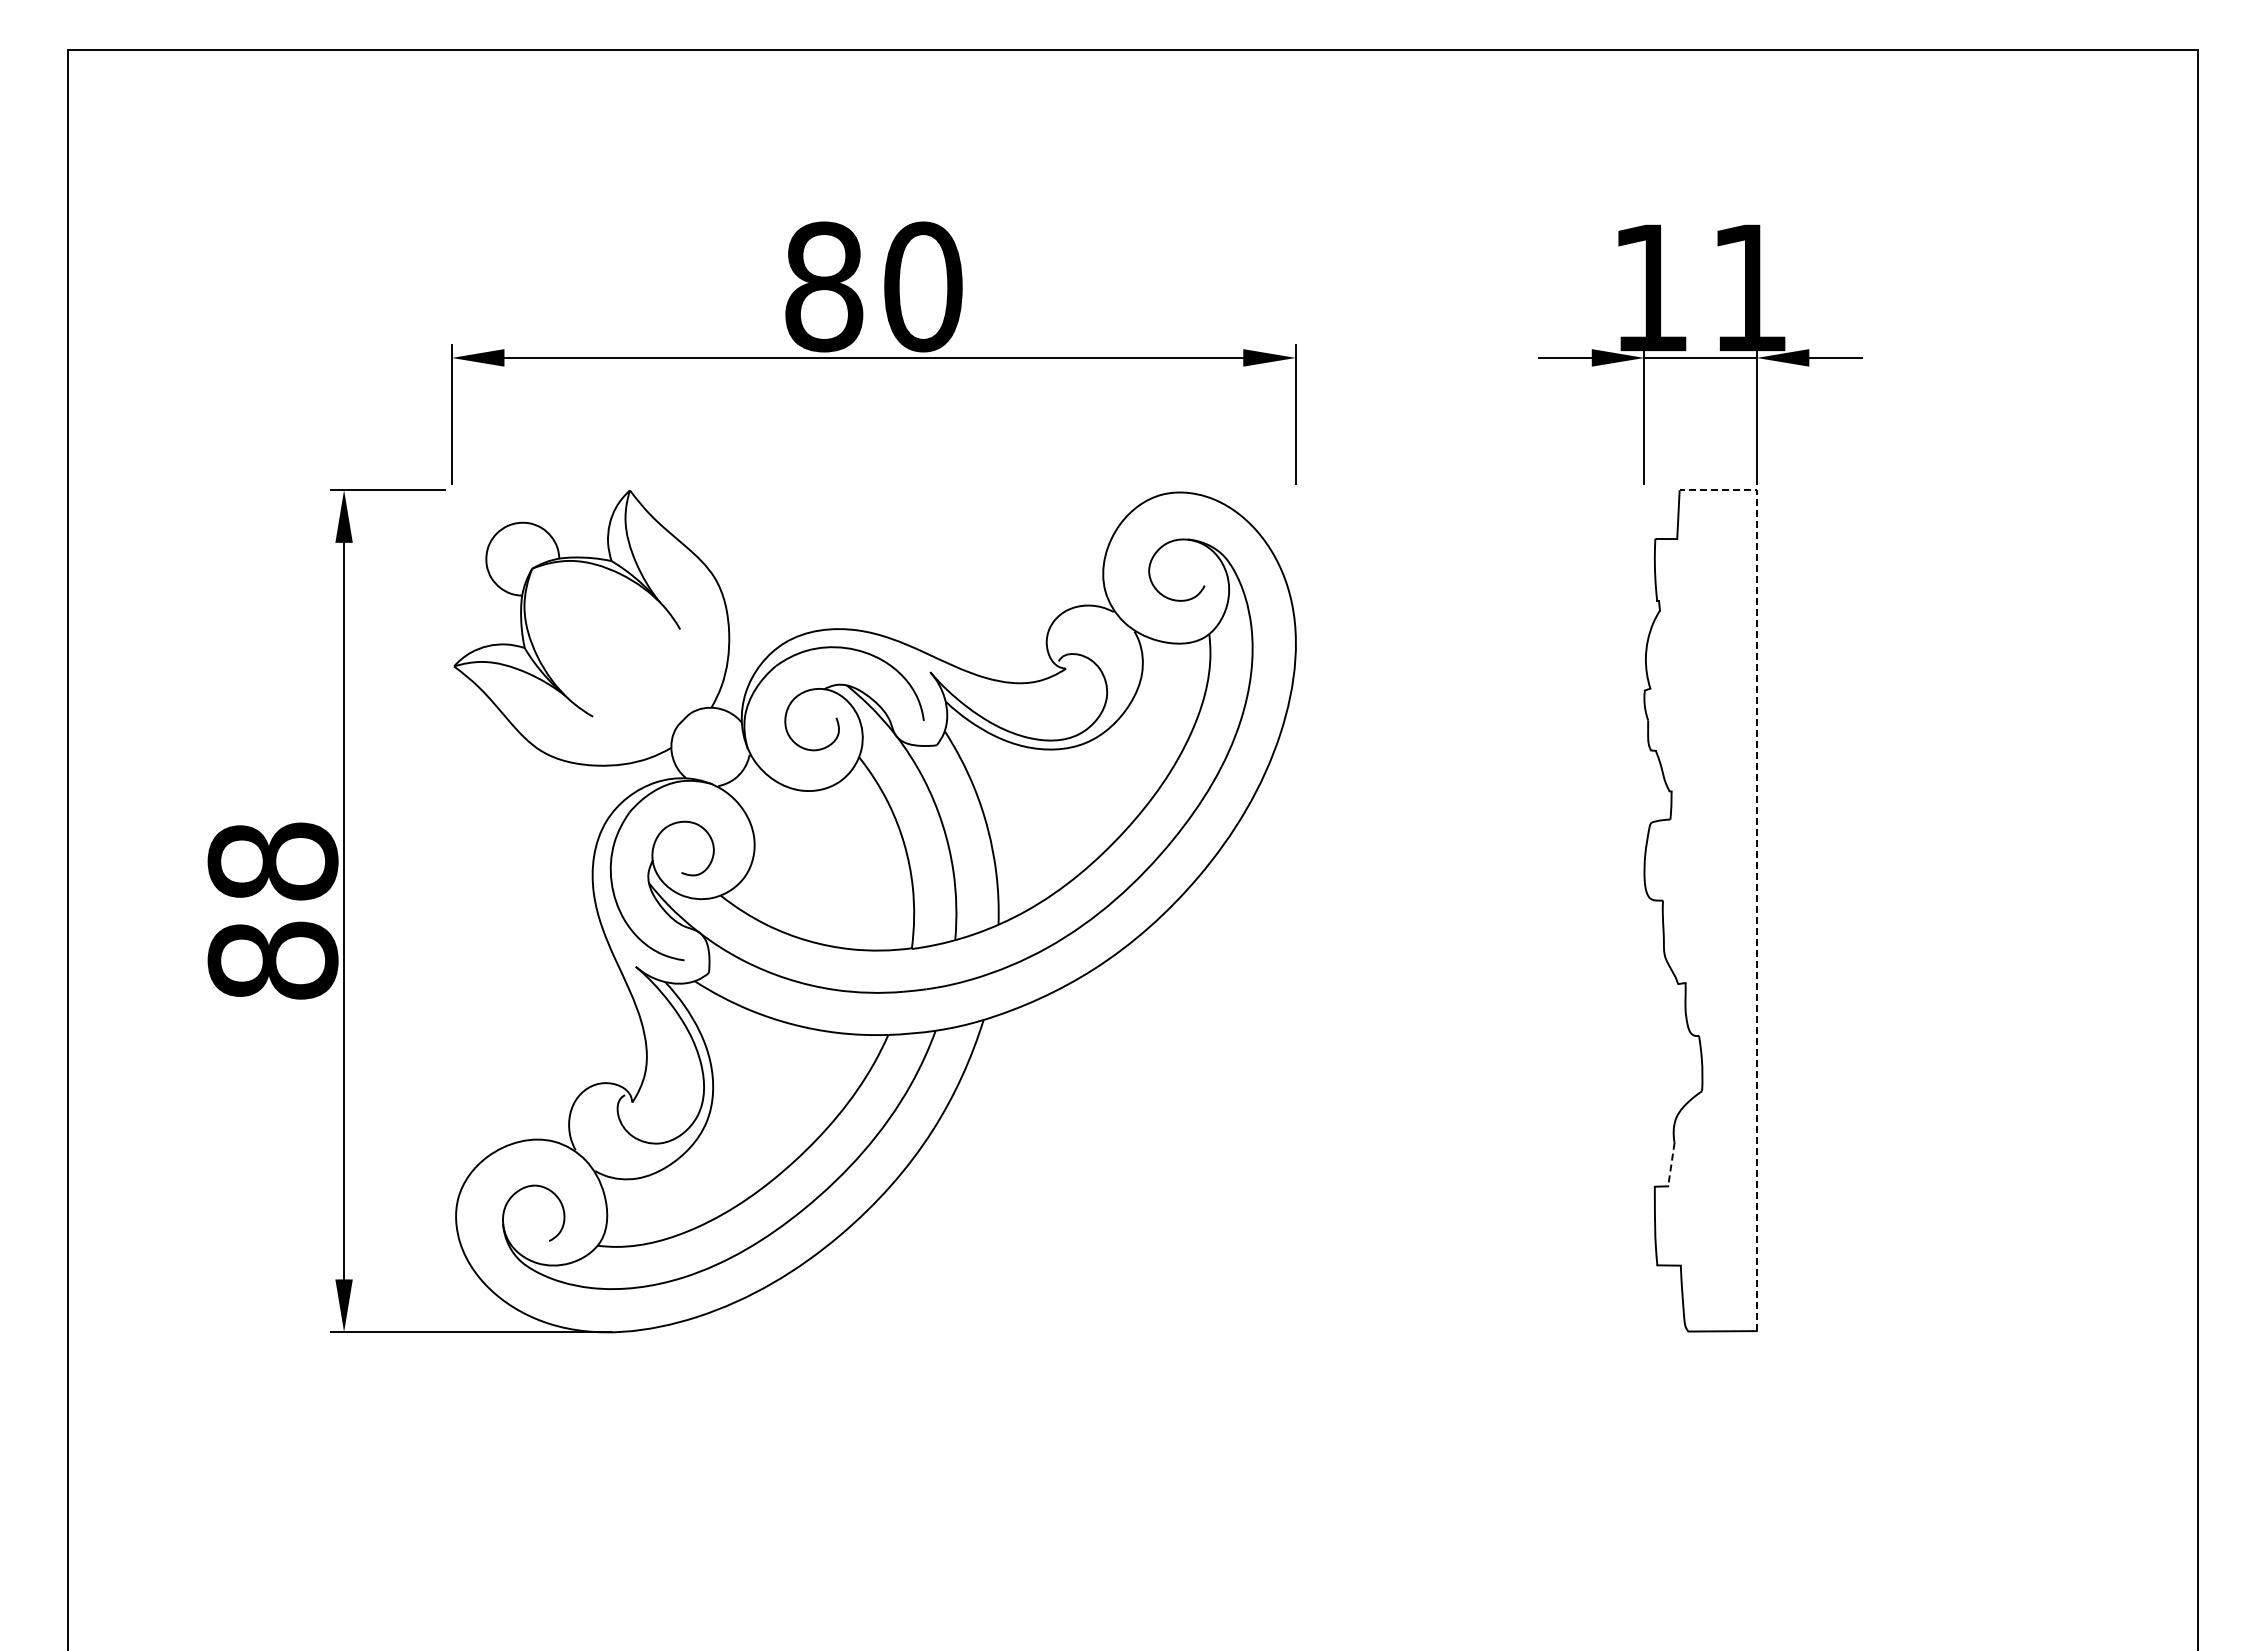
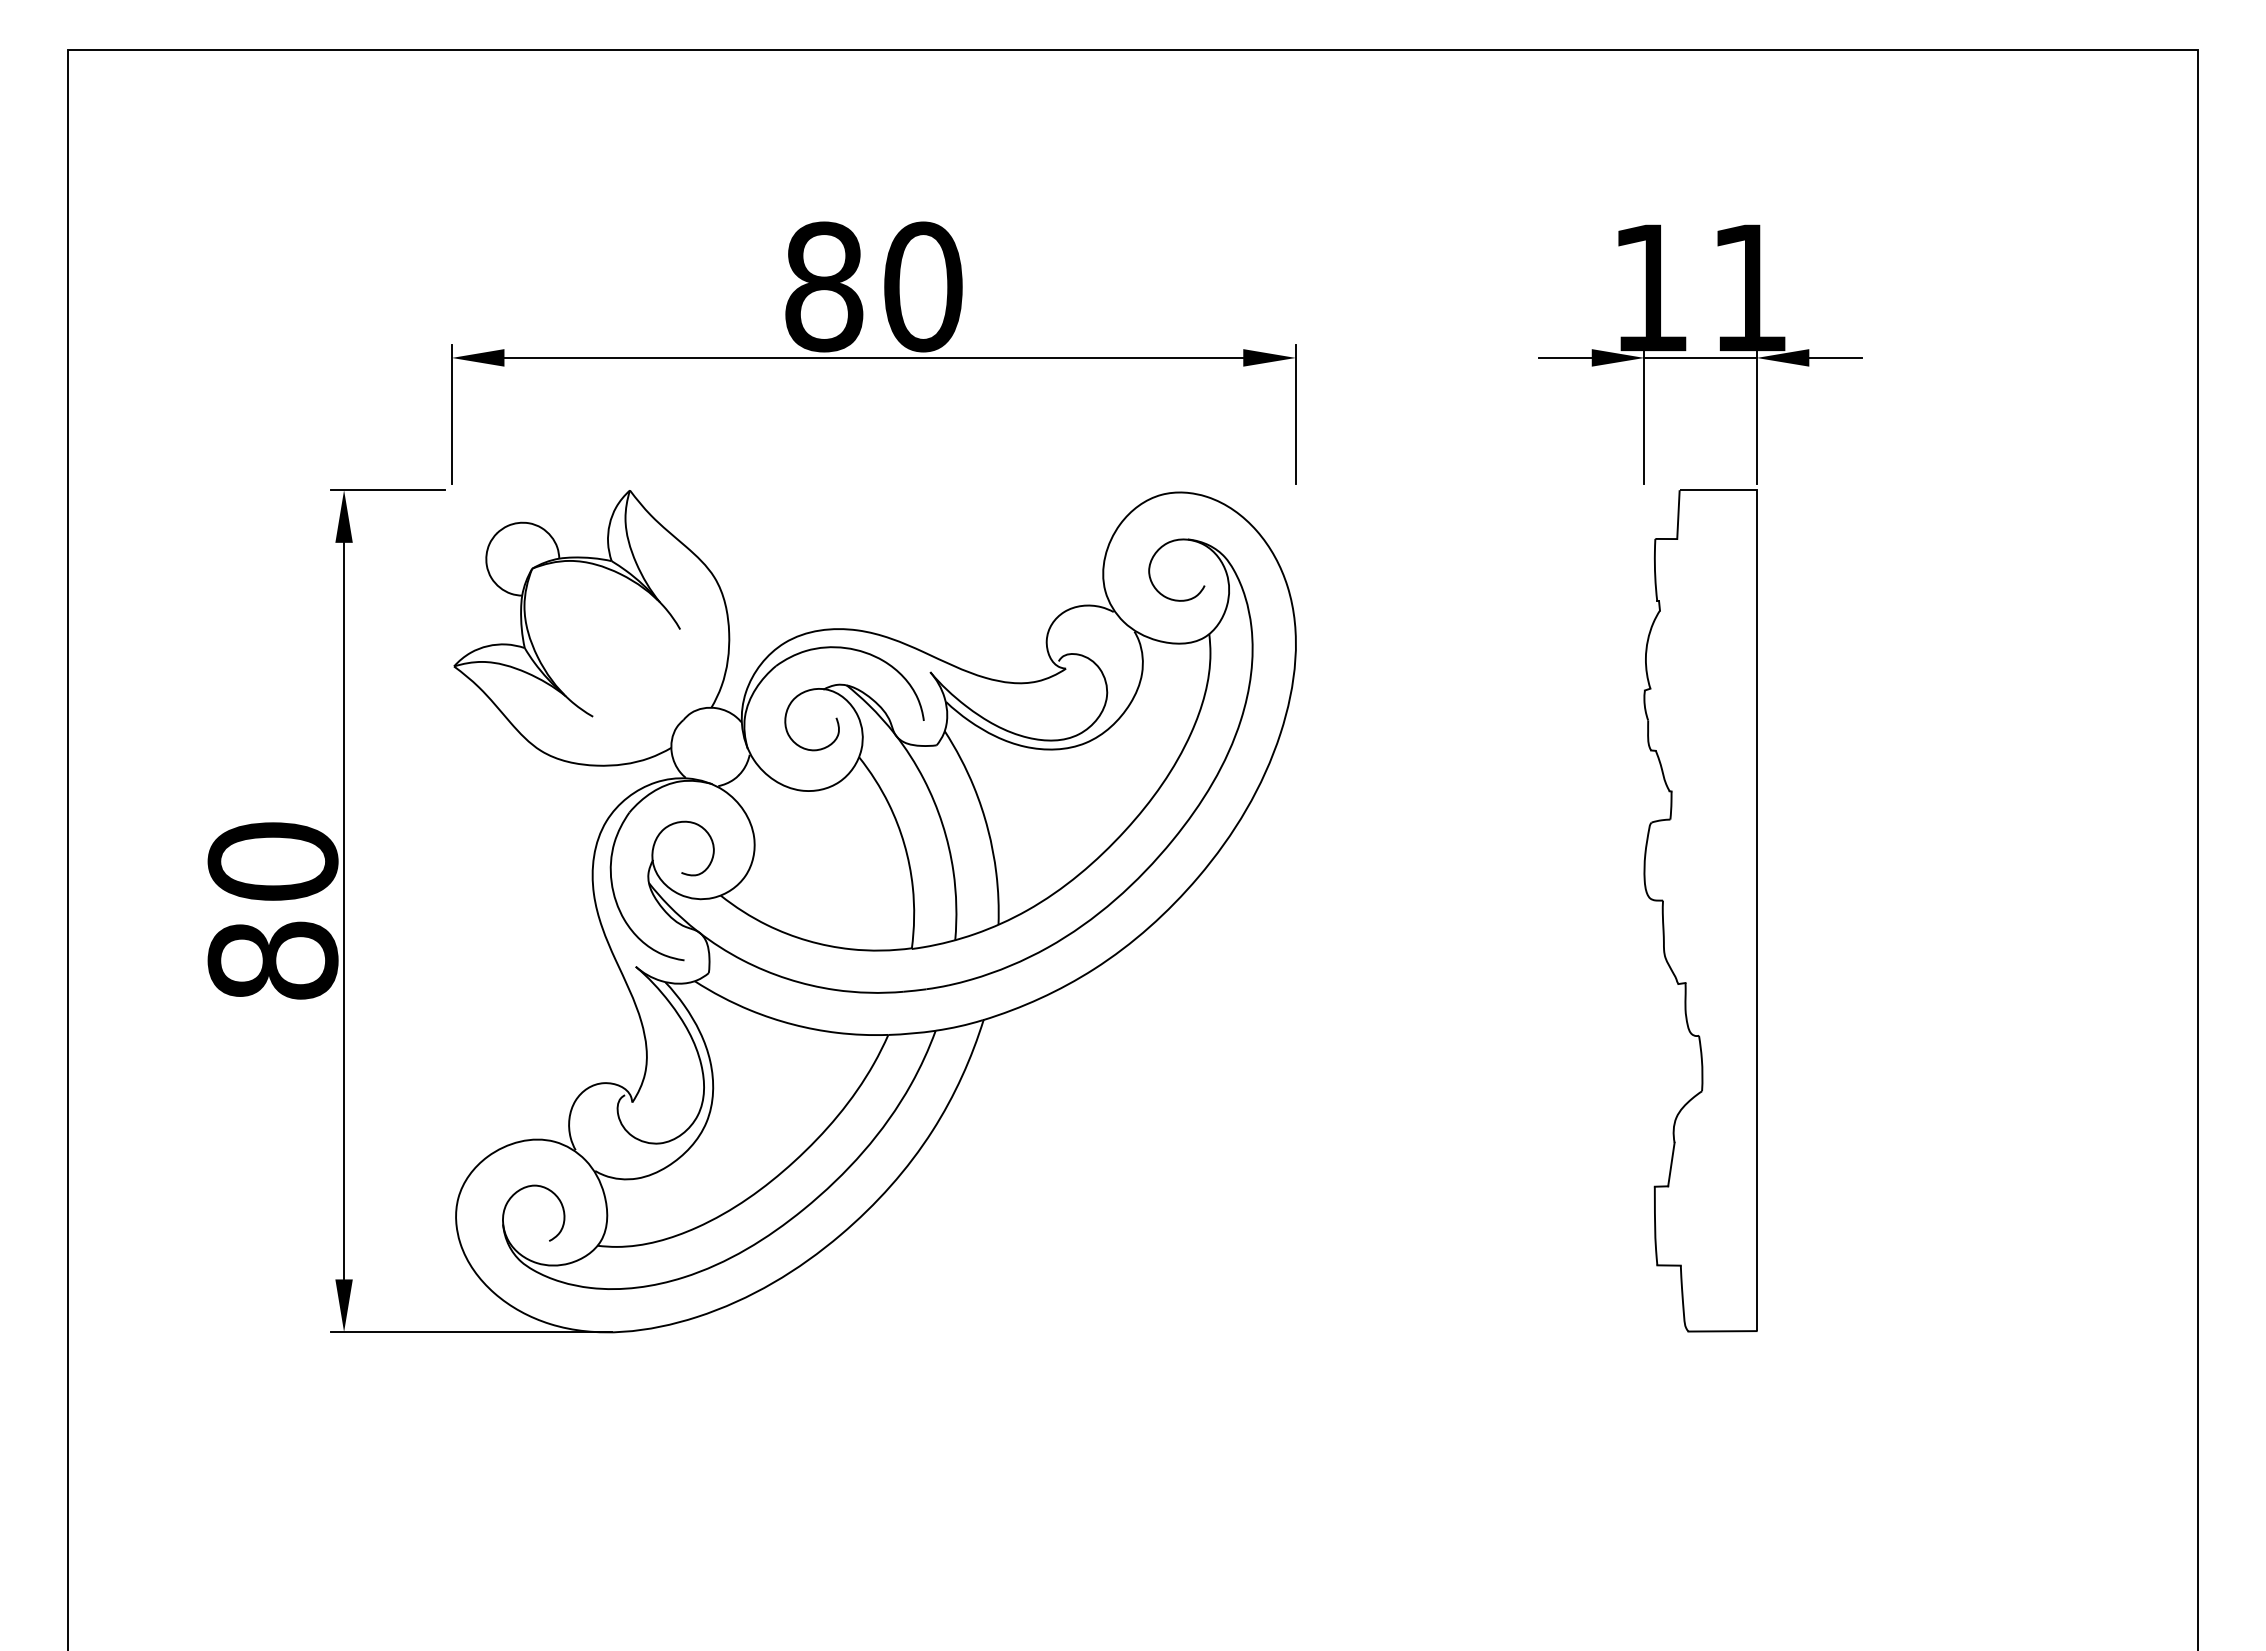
text at (272, 861): 88 -> 80
line at (1756, 871): dashed -> solid
line at (1671, 1165): dashed -> solid
